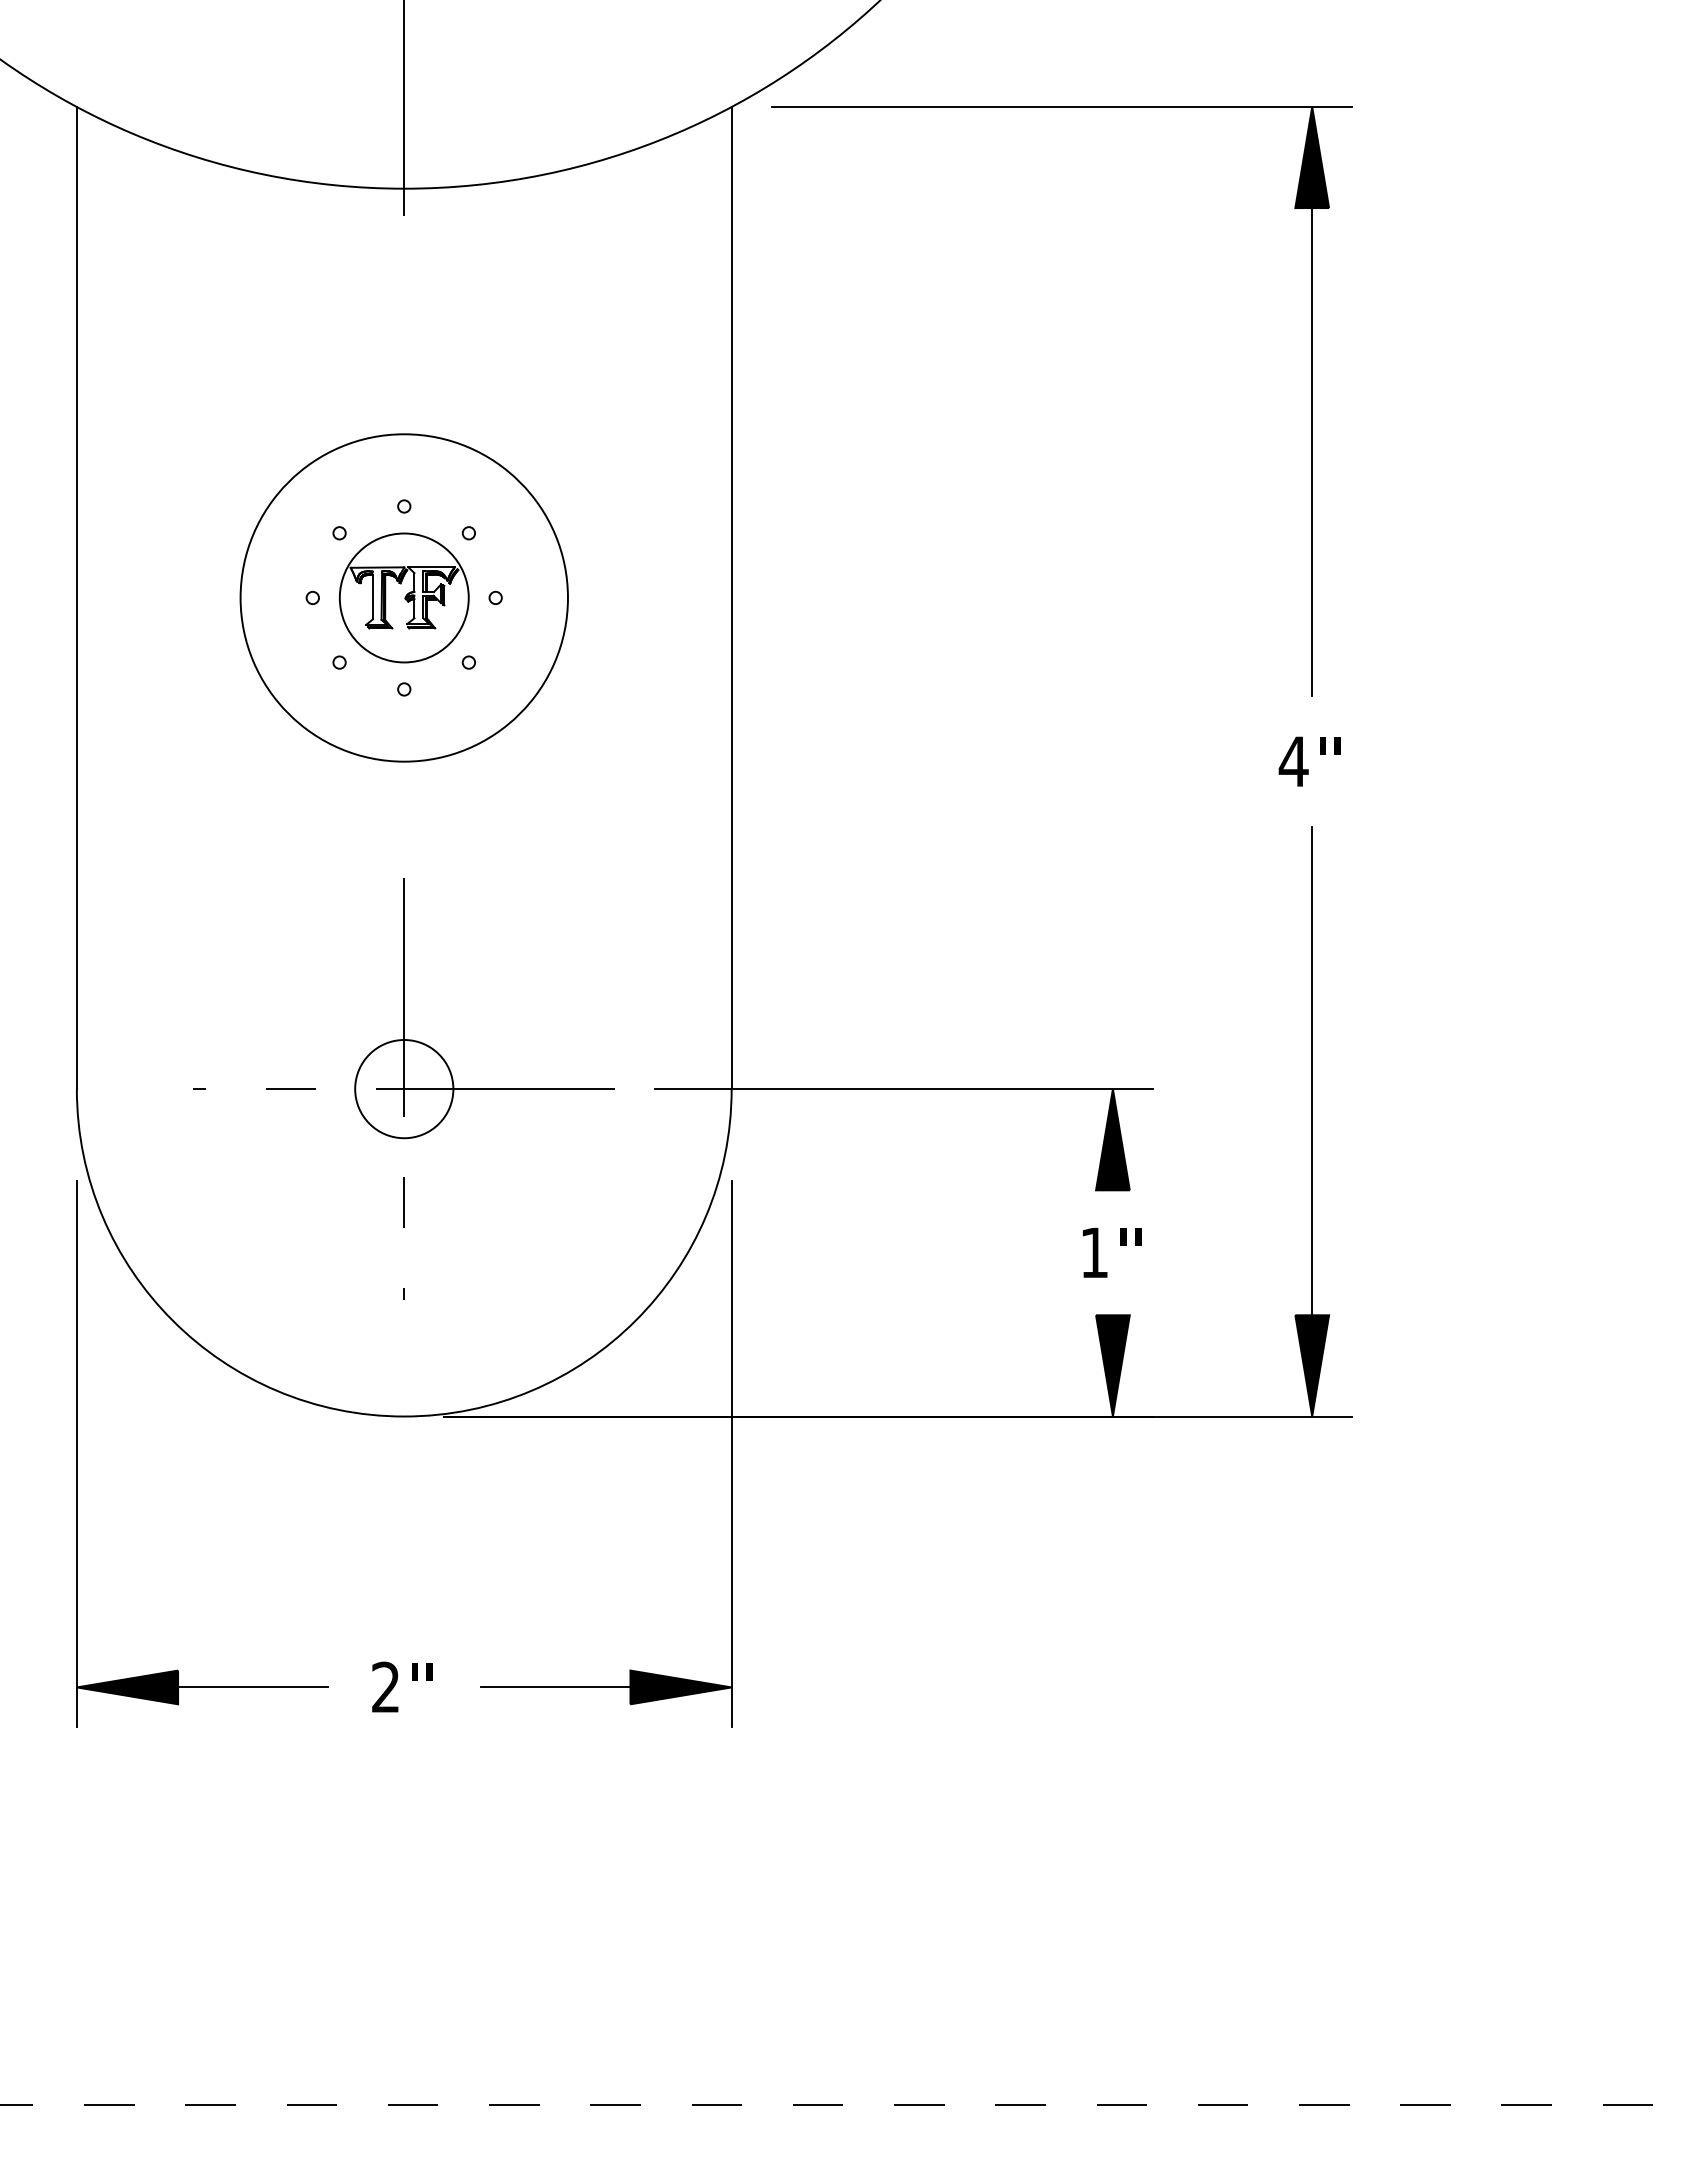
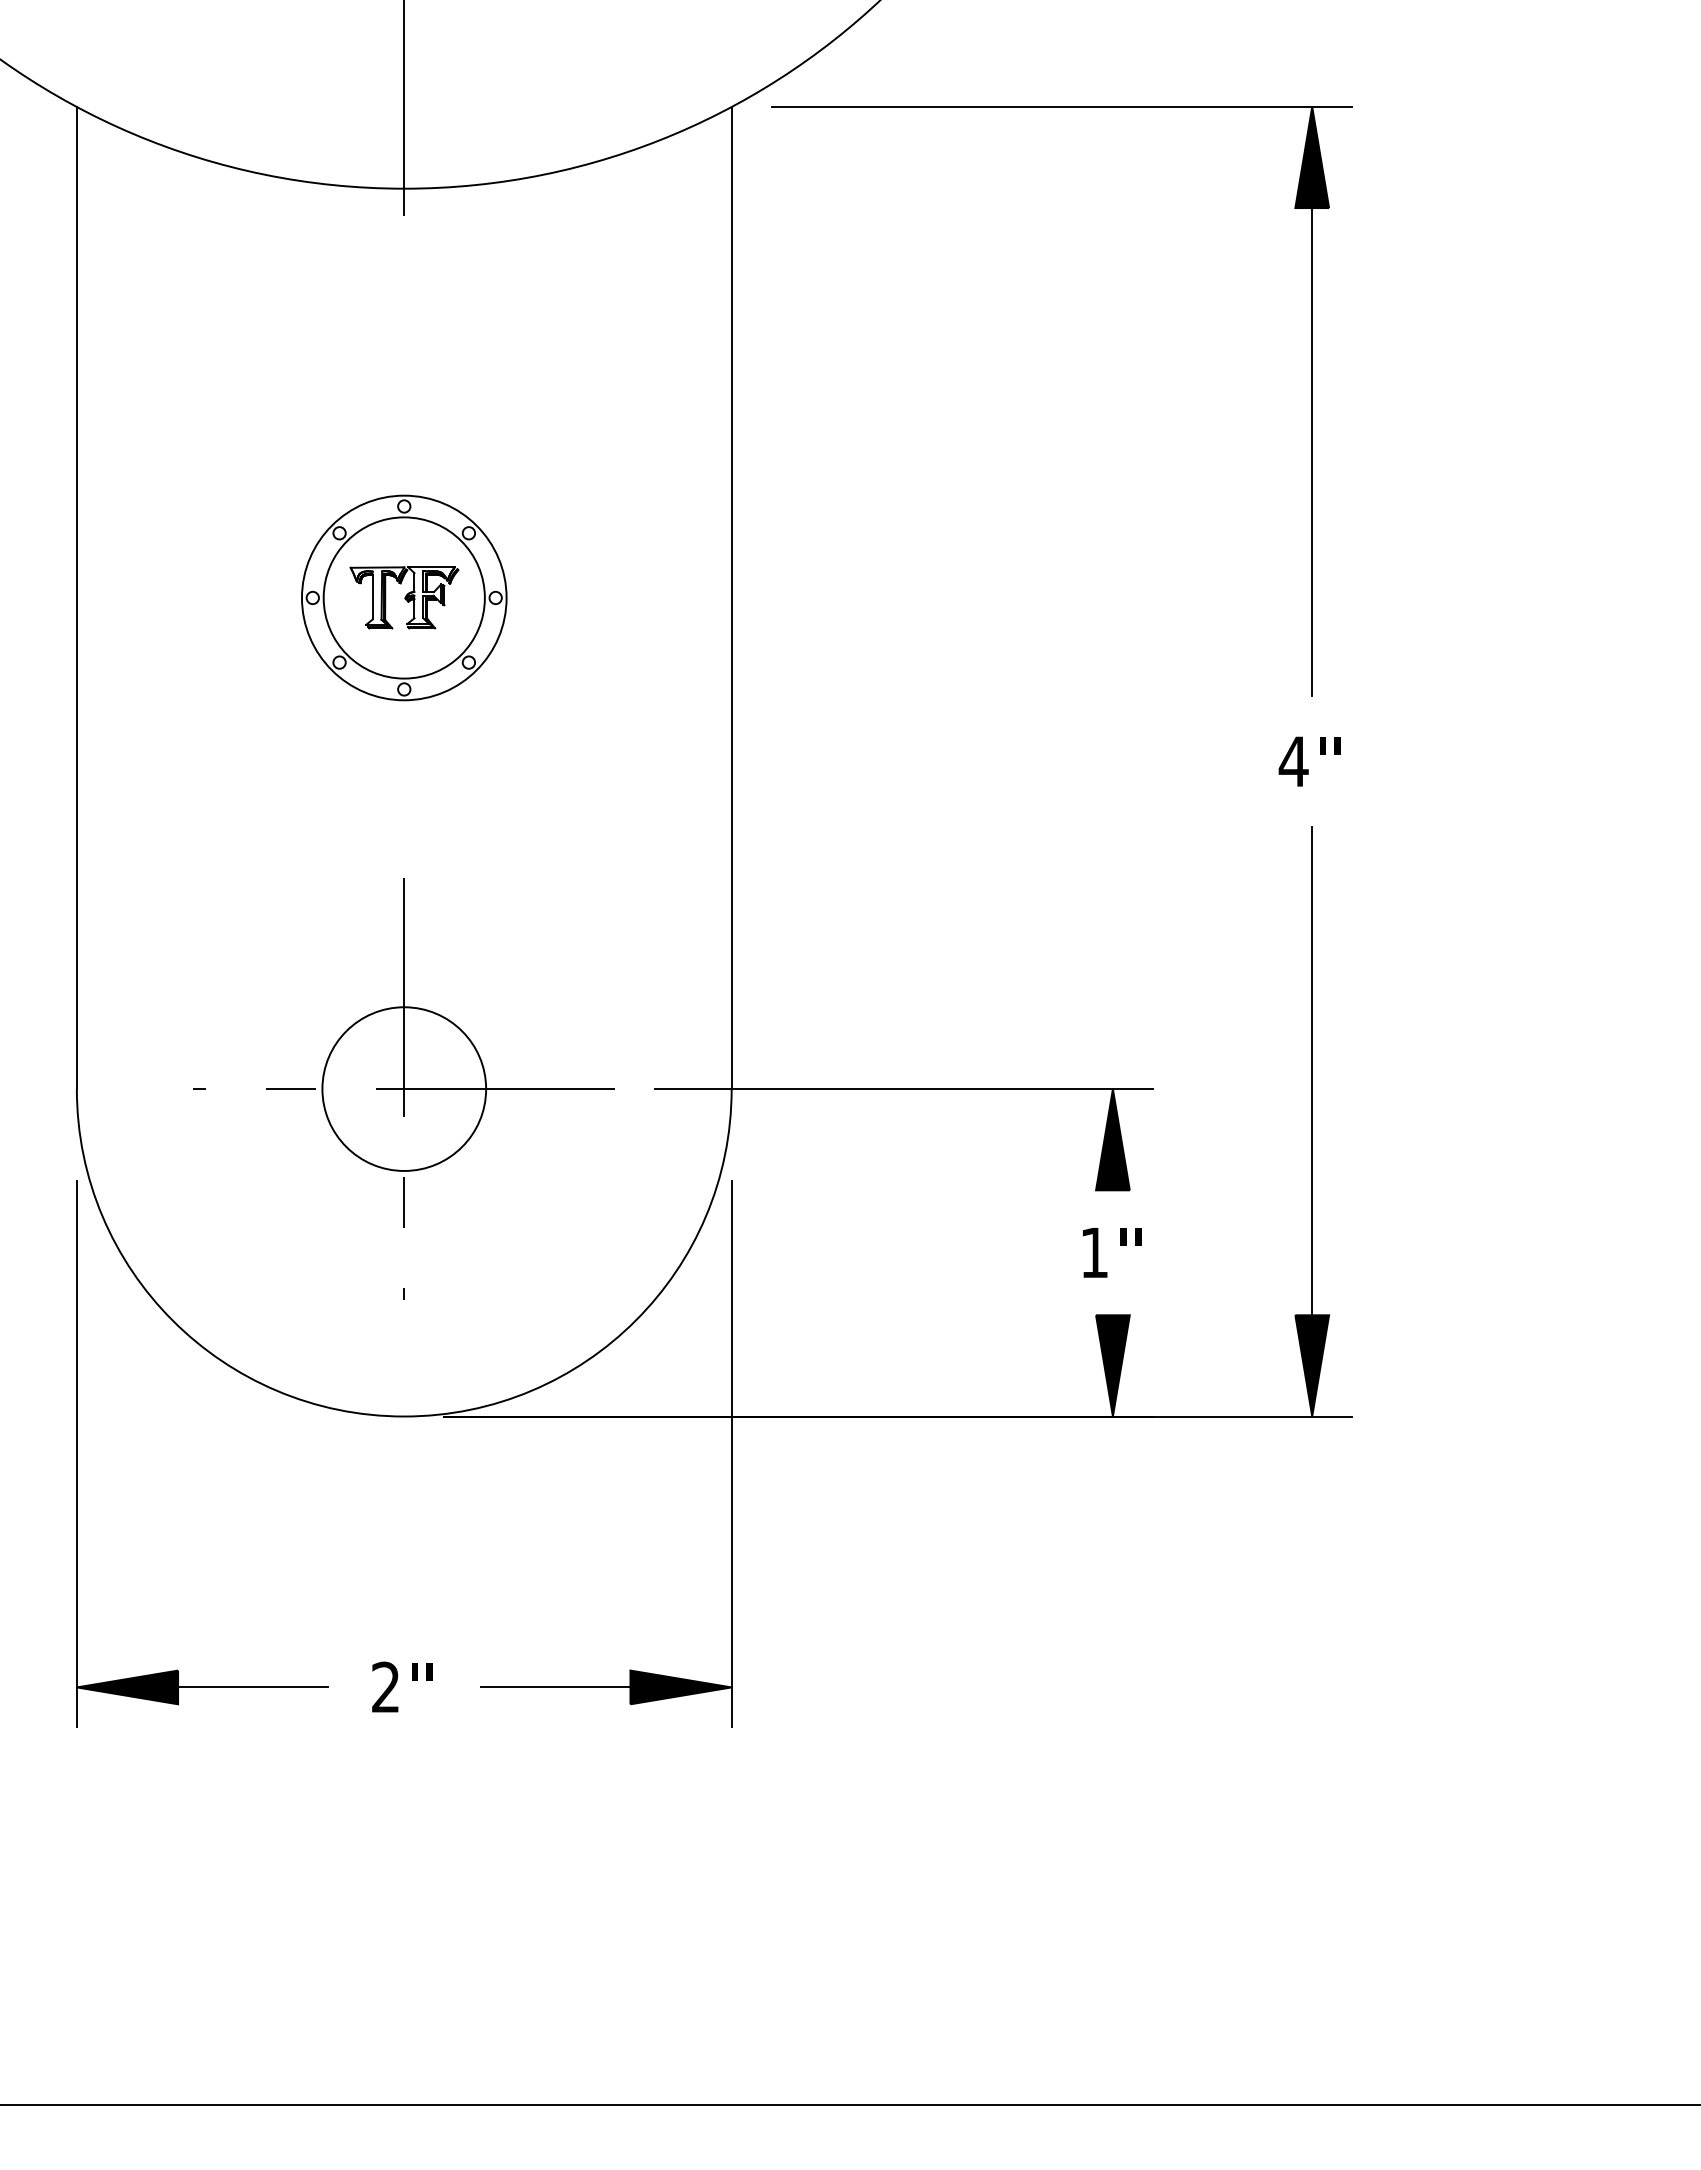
circle at (403, 597) diameter: 129 px -> 161 px
circle at (403, 597) diameter: 327 px -> 205 px
circle at (404, 1089) diameter: 98 px -> 164 px
line at (850, 2104): dashed -> solid
